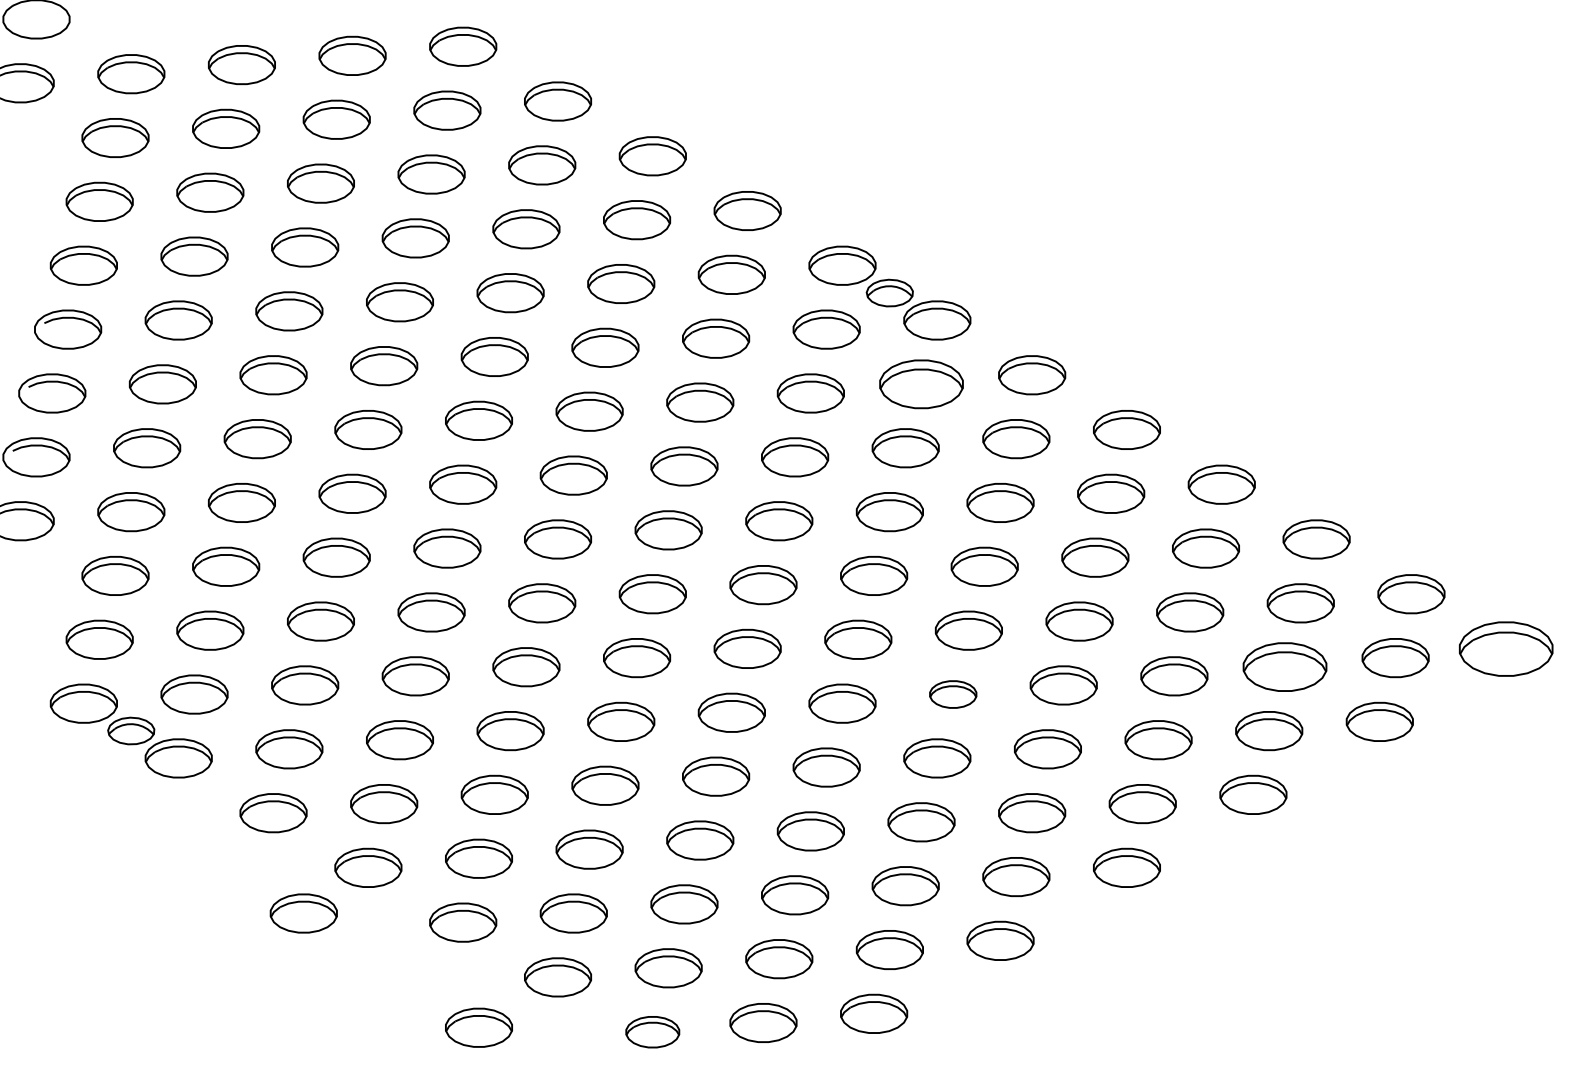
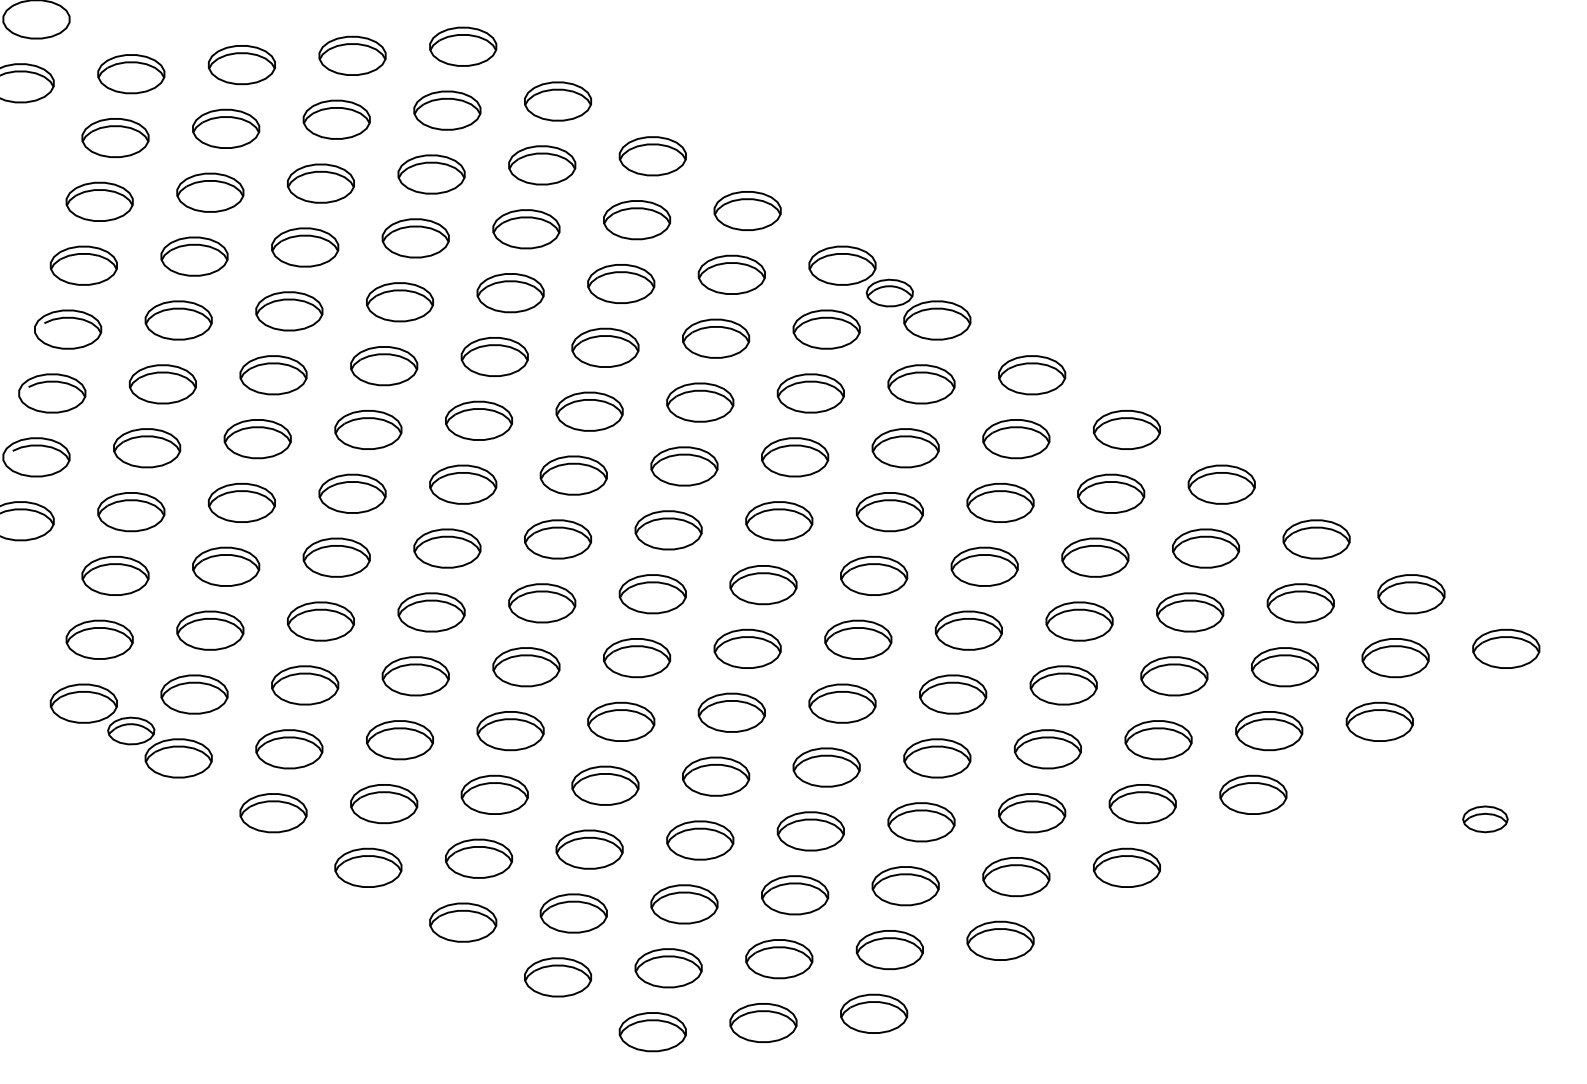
part at (921, 384) size: 85x51 px -> 69x41 px
part at (1506, 648) size: 95x56 px -> 69x41 px
part at (1284, 666) size: 86x50 px -> 68x41 px
part at (953, 694) size: 49x29 px -> 69x41 px
part at (1485, 819): none -> present
part at (303, 913): present -> none
part at (478, 1027): present -> none
part at (652, 1032) size: 56x33 px -> 69x41 px
